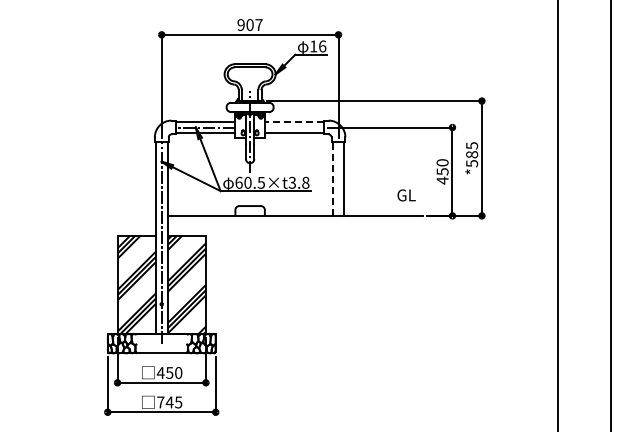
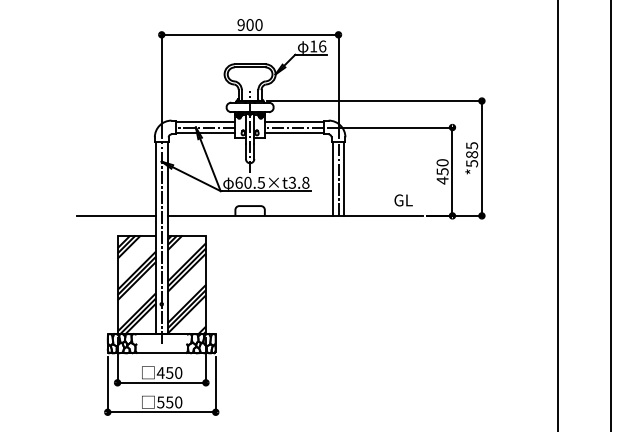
text at (258, 24): 907 -> 900
line at (294, 121): dashed -> solid
line at (294, 127): none -> present
line at (332, 178): dashed -> solid
line at (338, 178): none -> present
text at (406, 195) position: (406, 195) -> (403, 200)
line at (116, 215): none -> present
text at (169, 402): 745 -> 550
